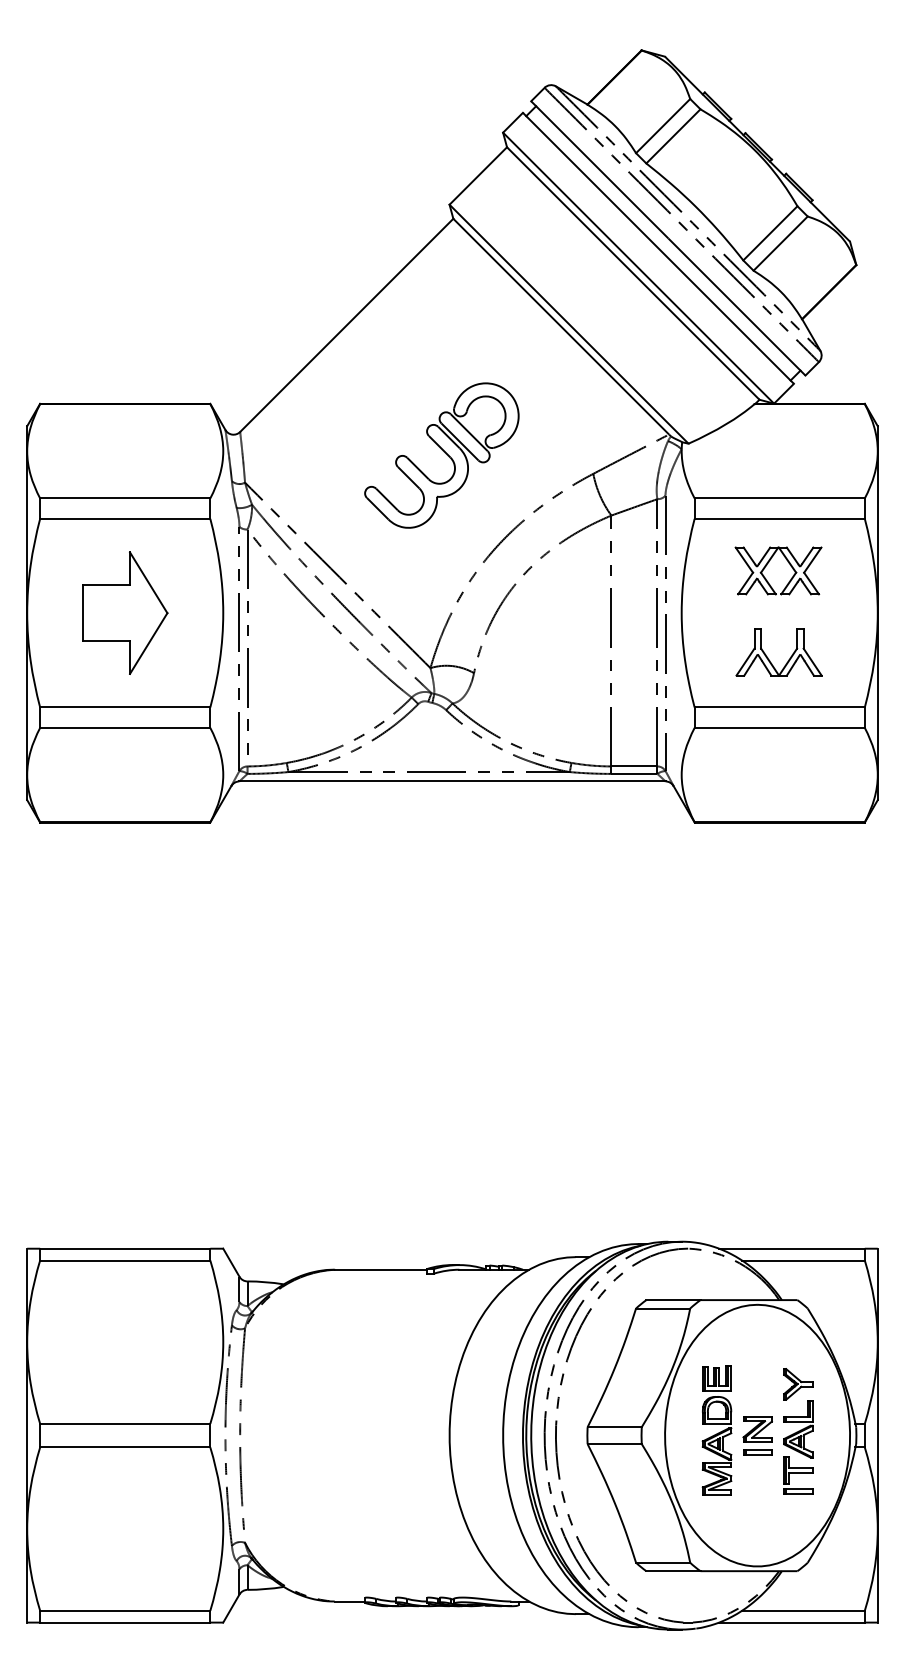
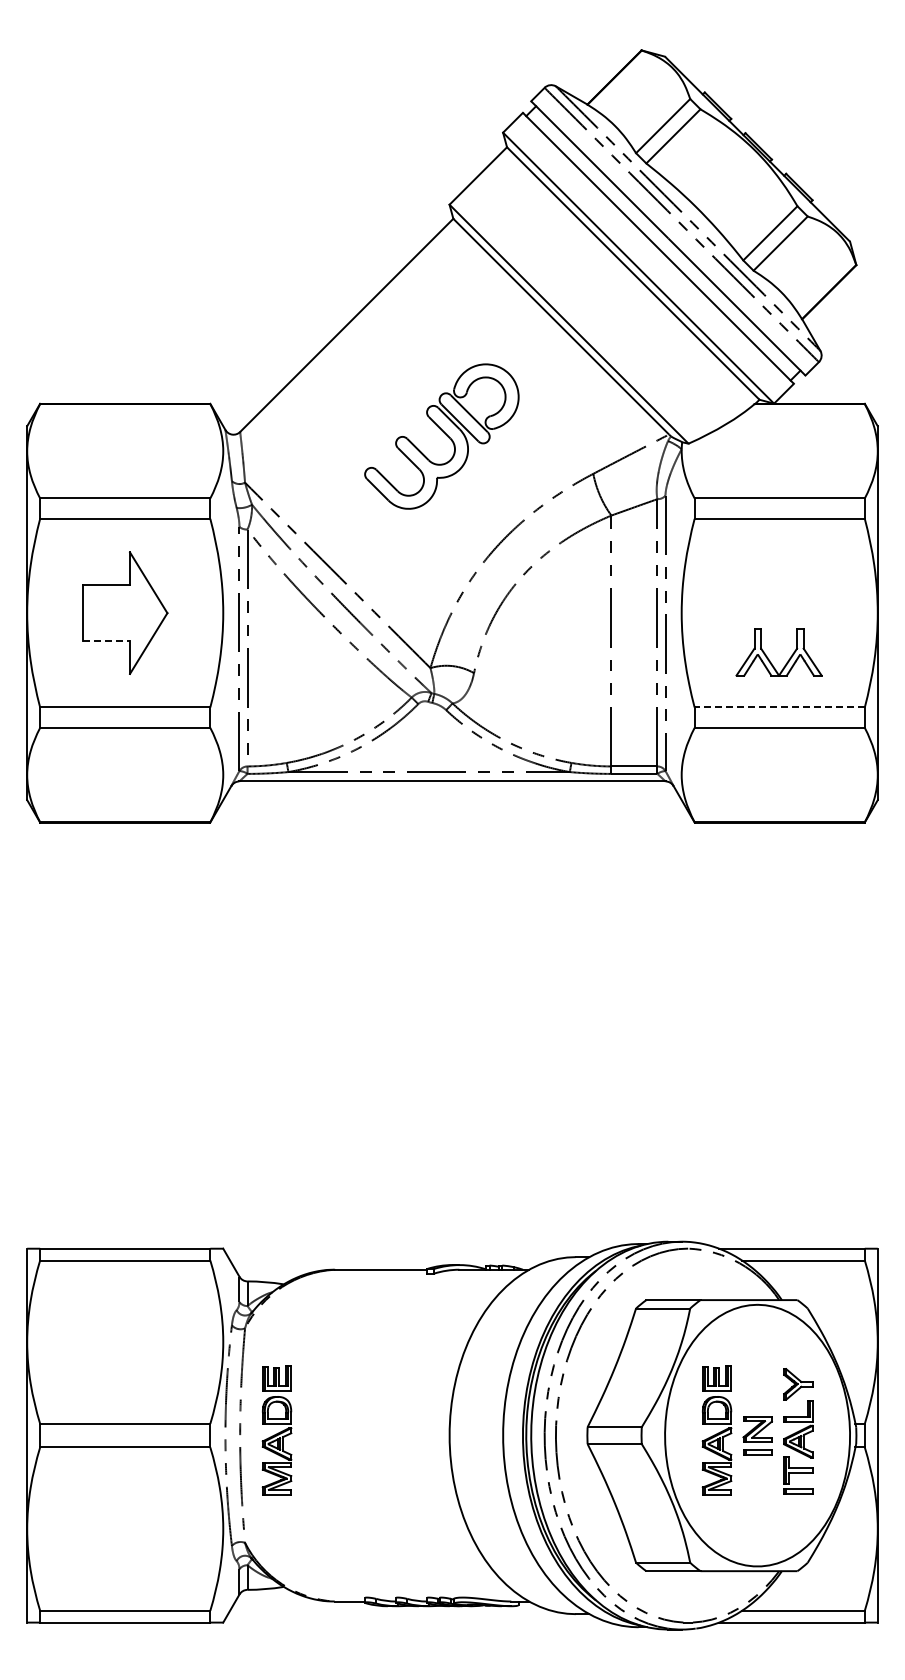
part at (441, 455) position: (441, 455) -> (441, 436)
part at (769, 562): present -> none
line at (107, 641): solid -> dashed
line at (779, 707): solid -> dashed
part at (276, 1430): none -> present
